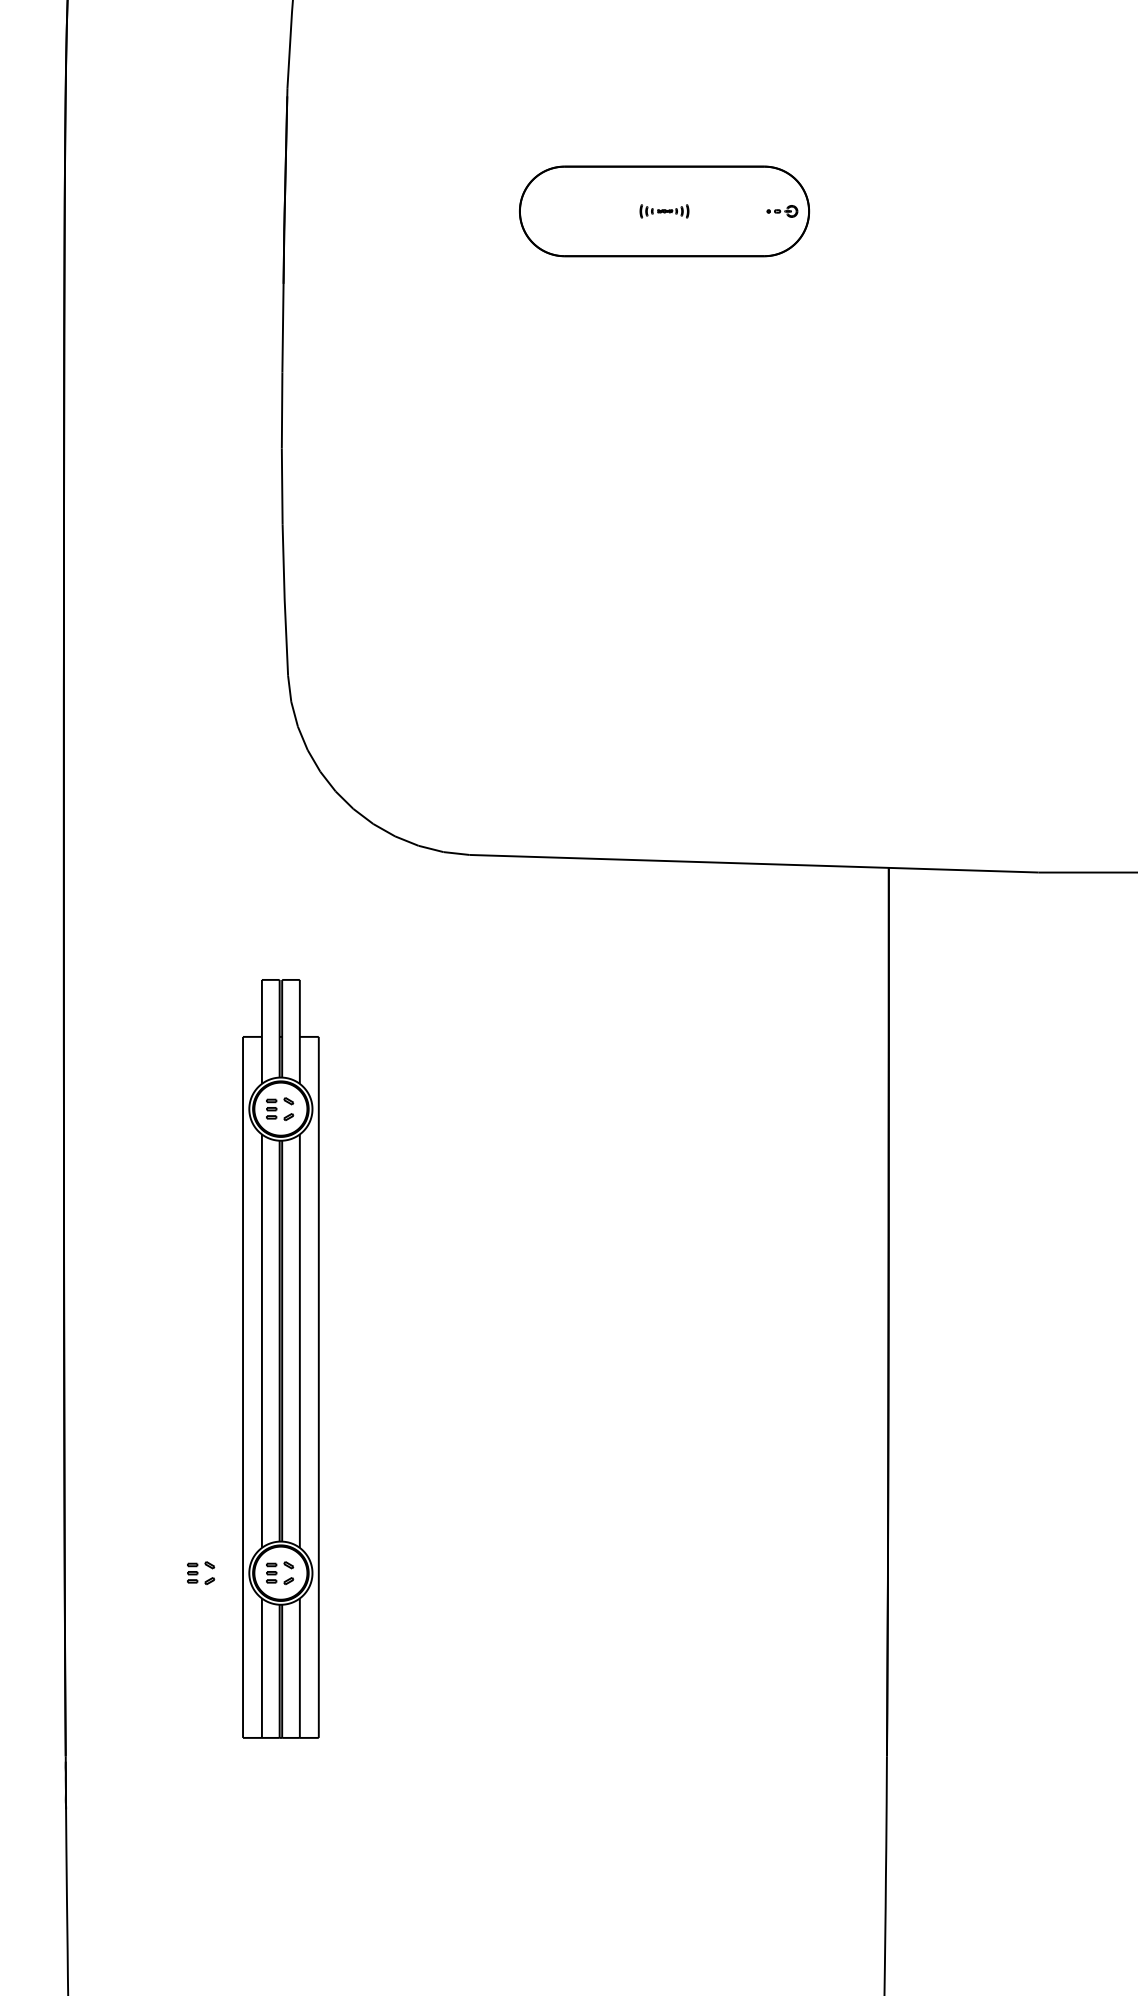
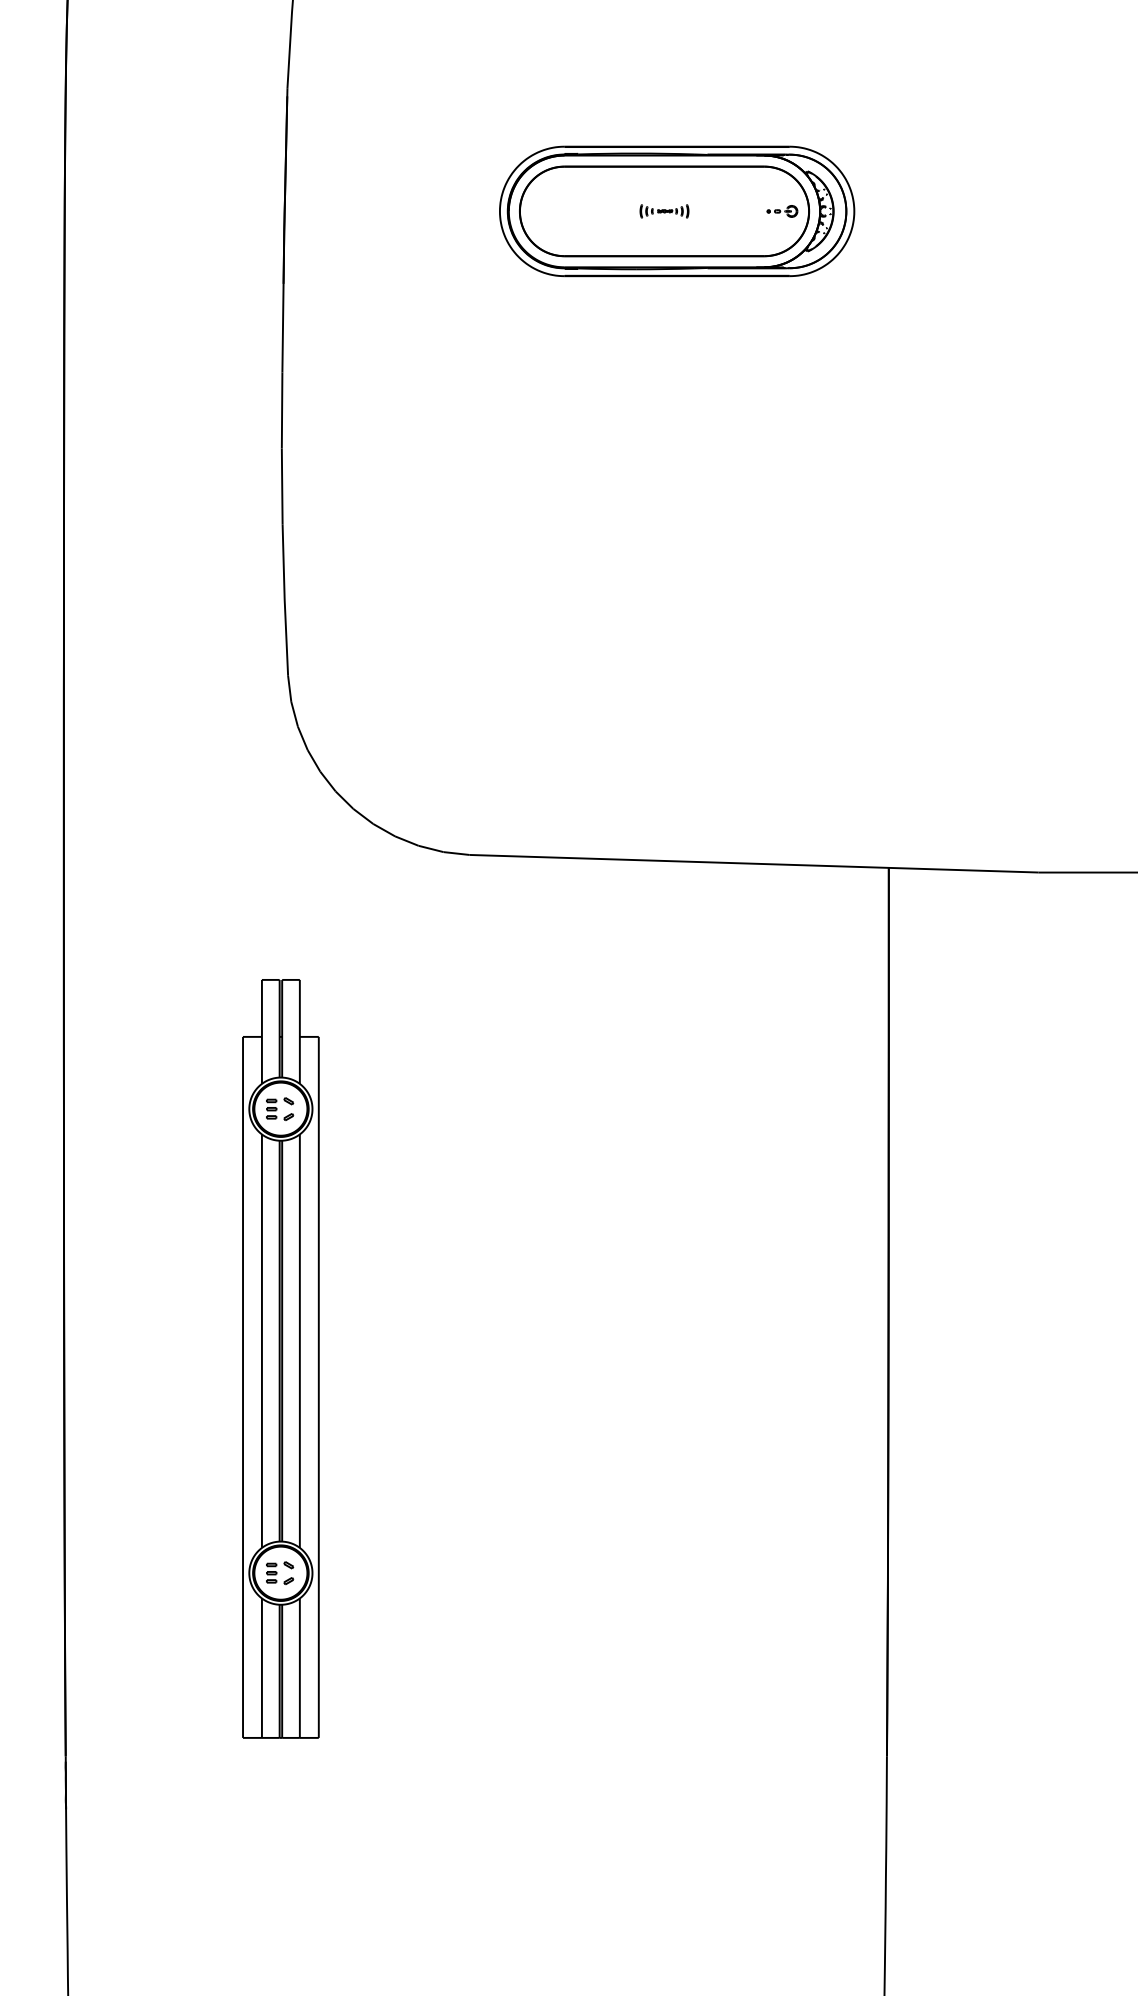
part at (677, 211): none -> present
part at (201, 1572): present -> none
